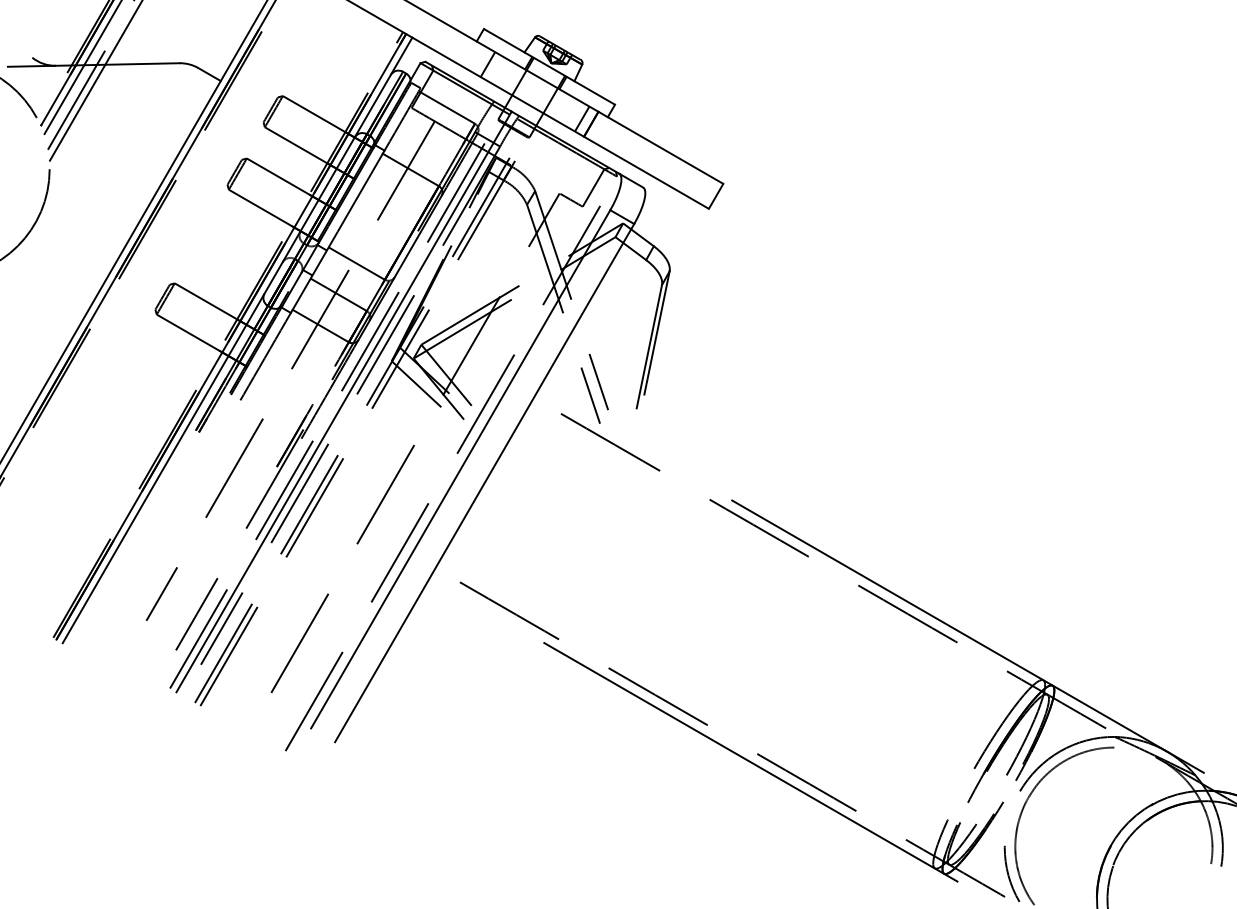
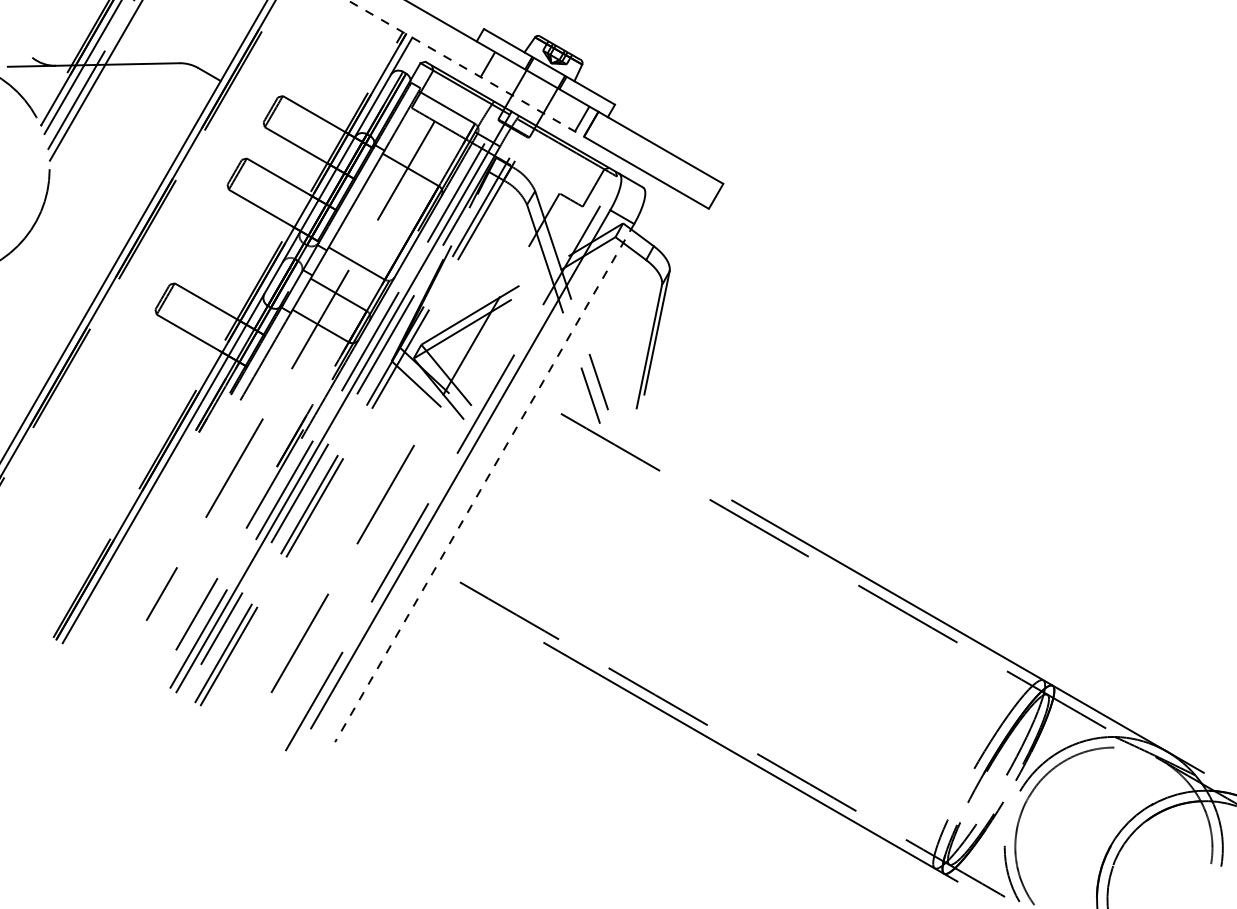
line at (465, 68): solid -> dashed
line at (484, 483): solid -> dashed
